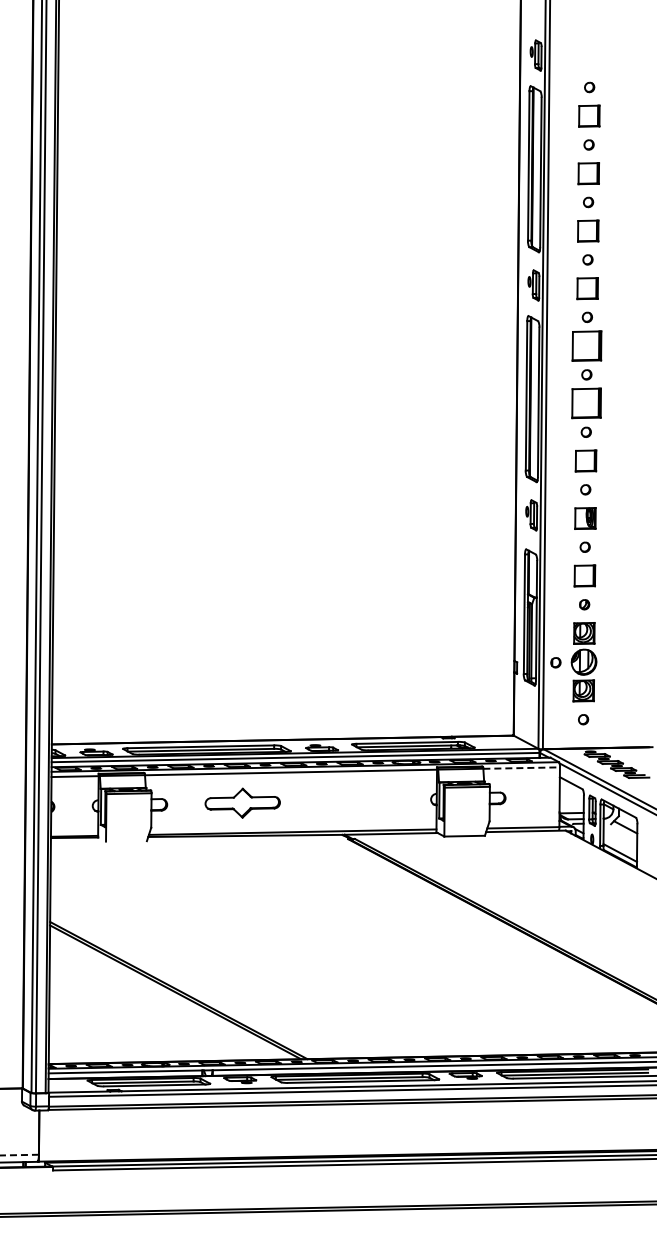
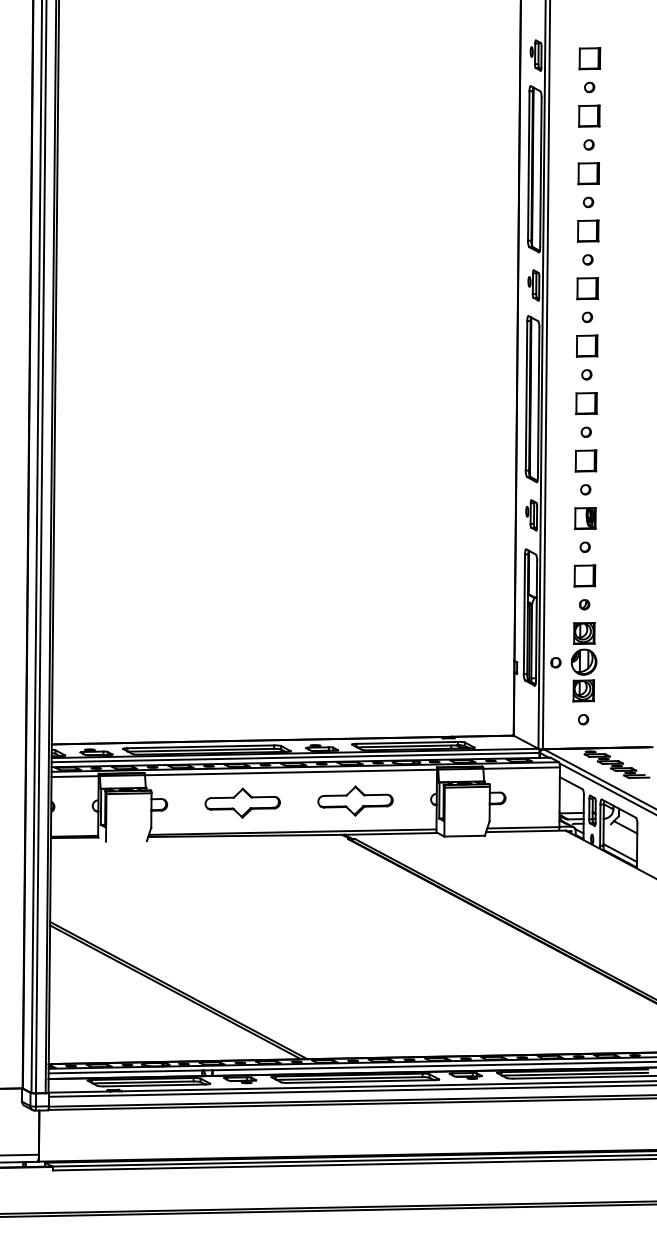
part at (589, 58): none -> present
part at (586, 345) size: 32x32 px -> 23x24 px
part at (586, 403) size: 31x33 px -> 23x24 px
line at (522, 768): dashed -> solid
part at (355, 800): none -> present
line at (19, 1155): dashed -> solid
